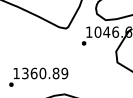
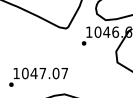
text at (45, 73): 1360.89 -> 1047.07
